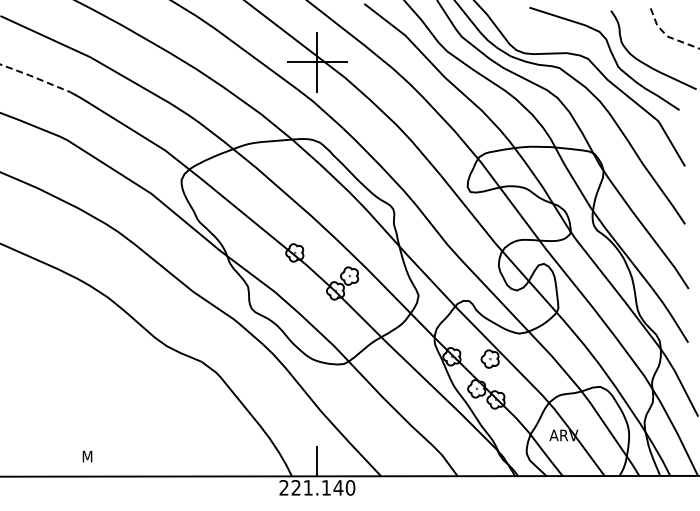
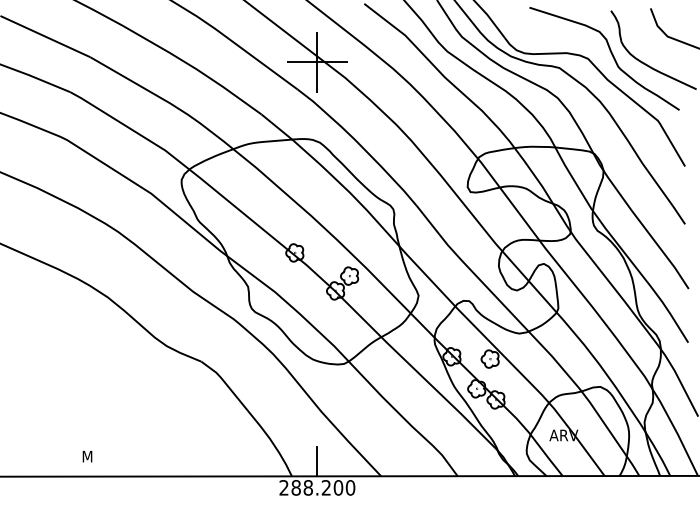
line at (667, 36): dashed -> solid
line at (35, 77): dashed -> solid
text at (317, 487): 221.140 -> 288.200
